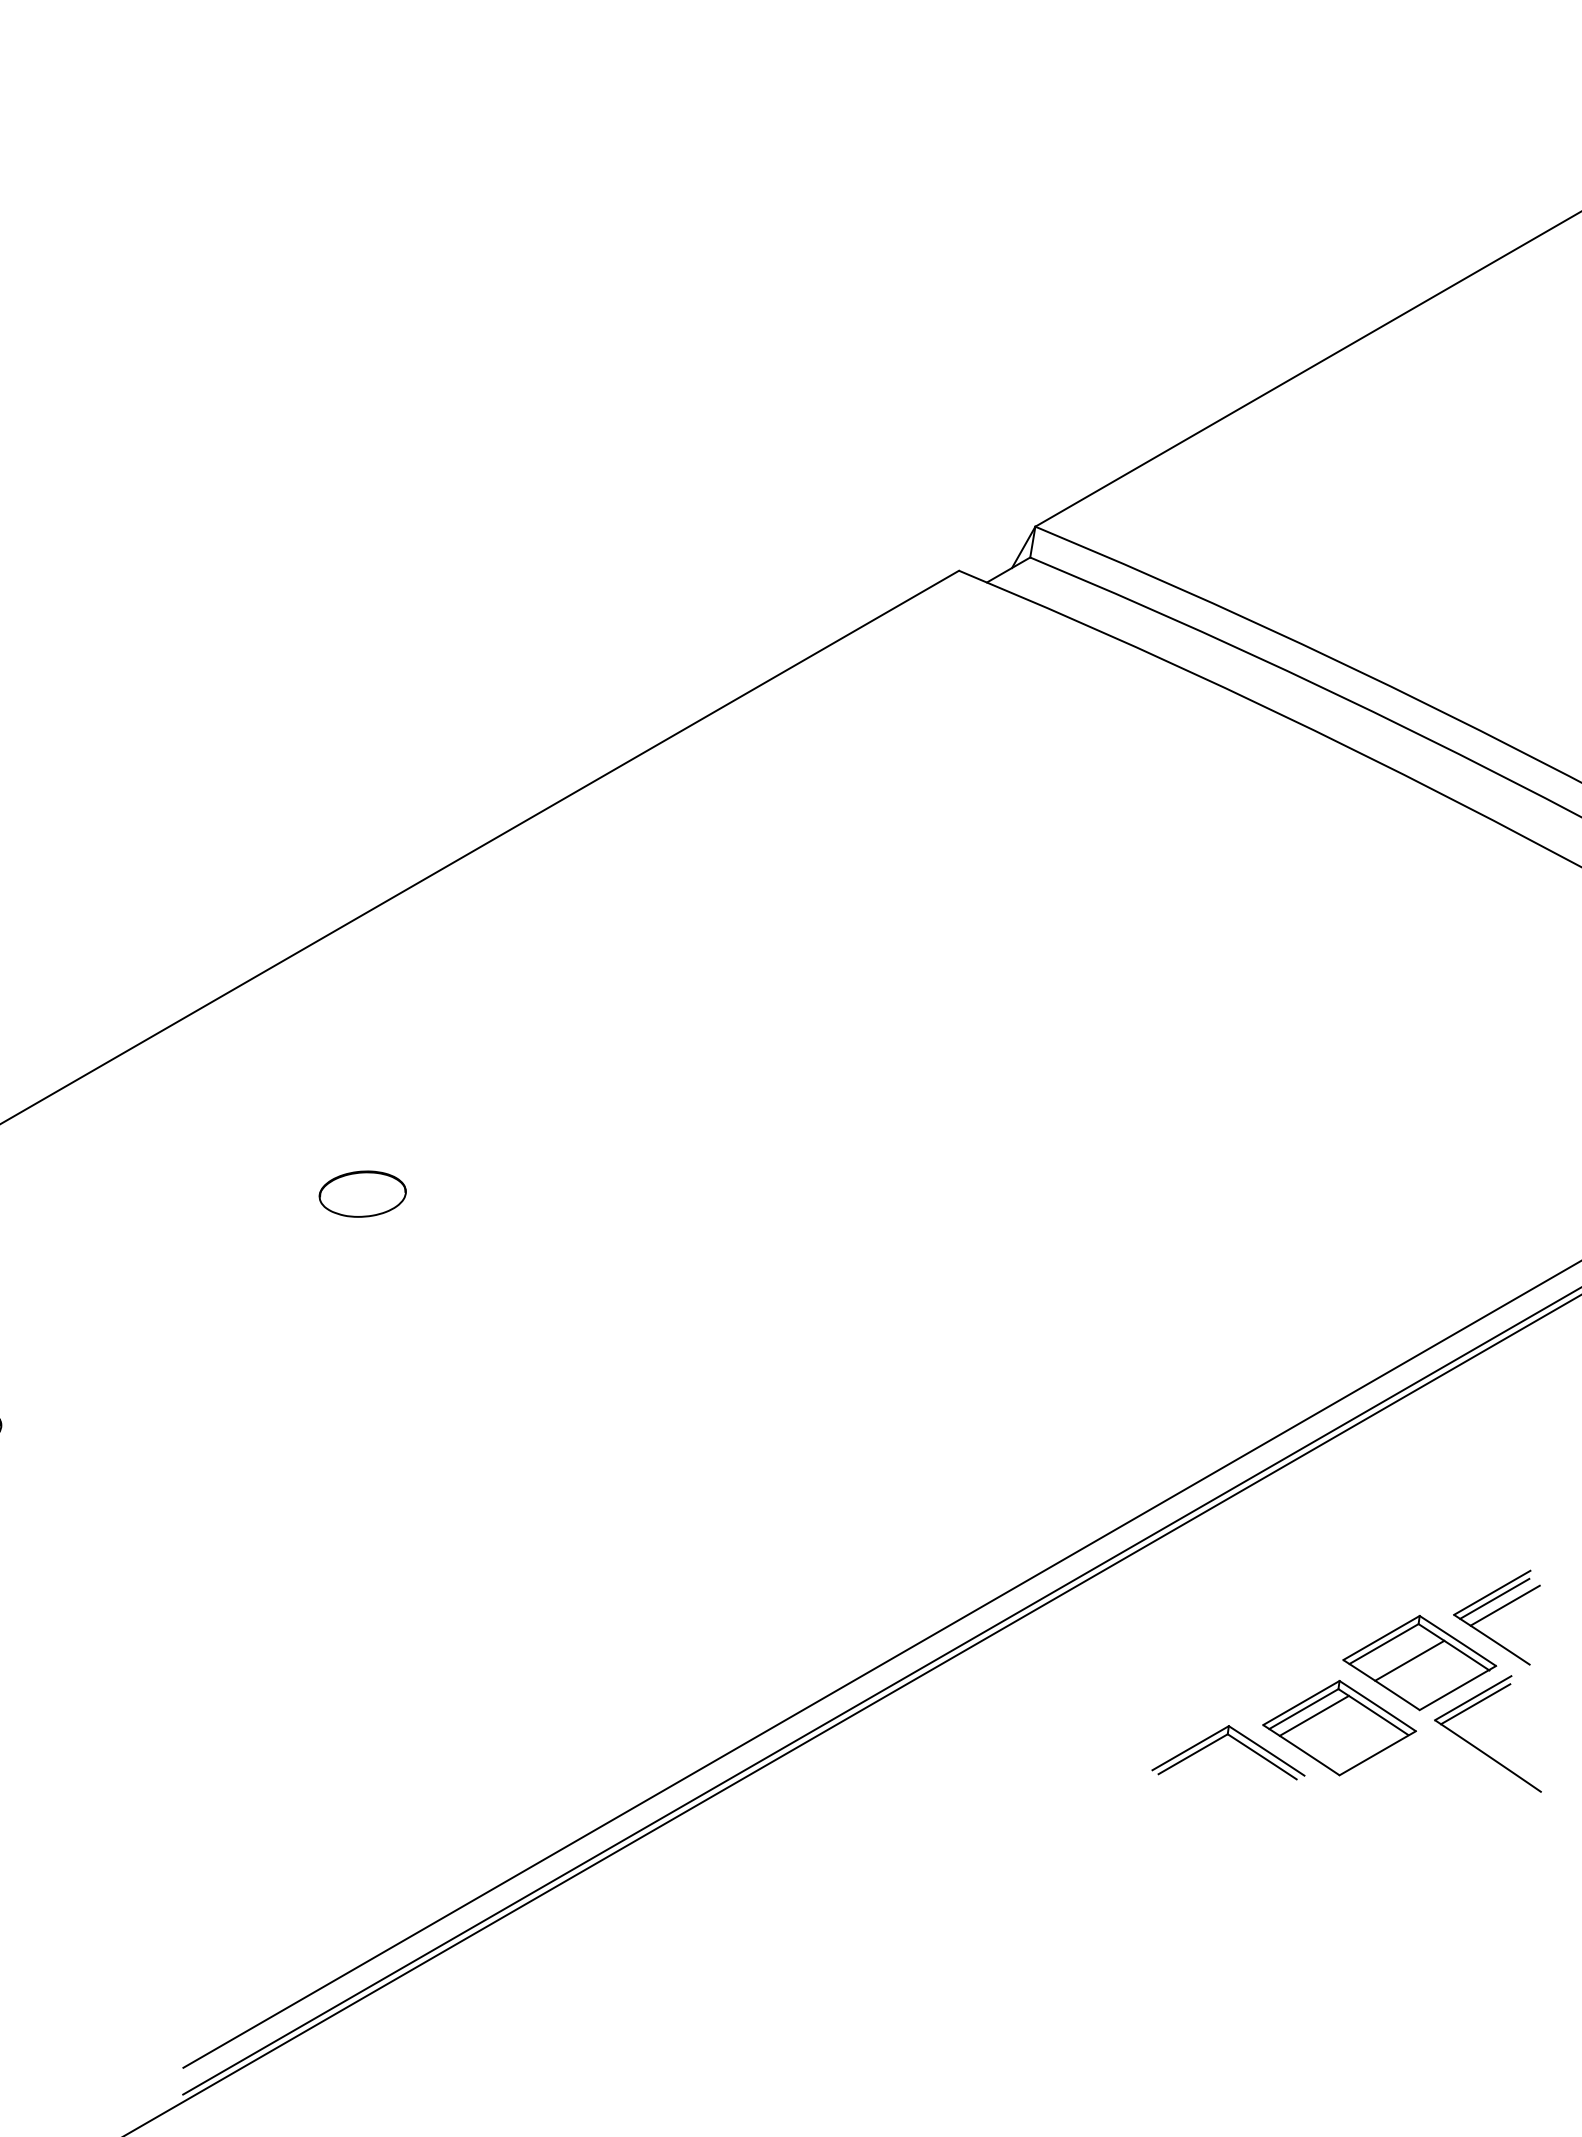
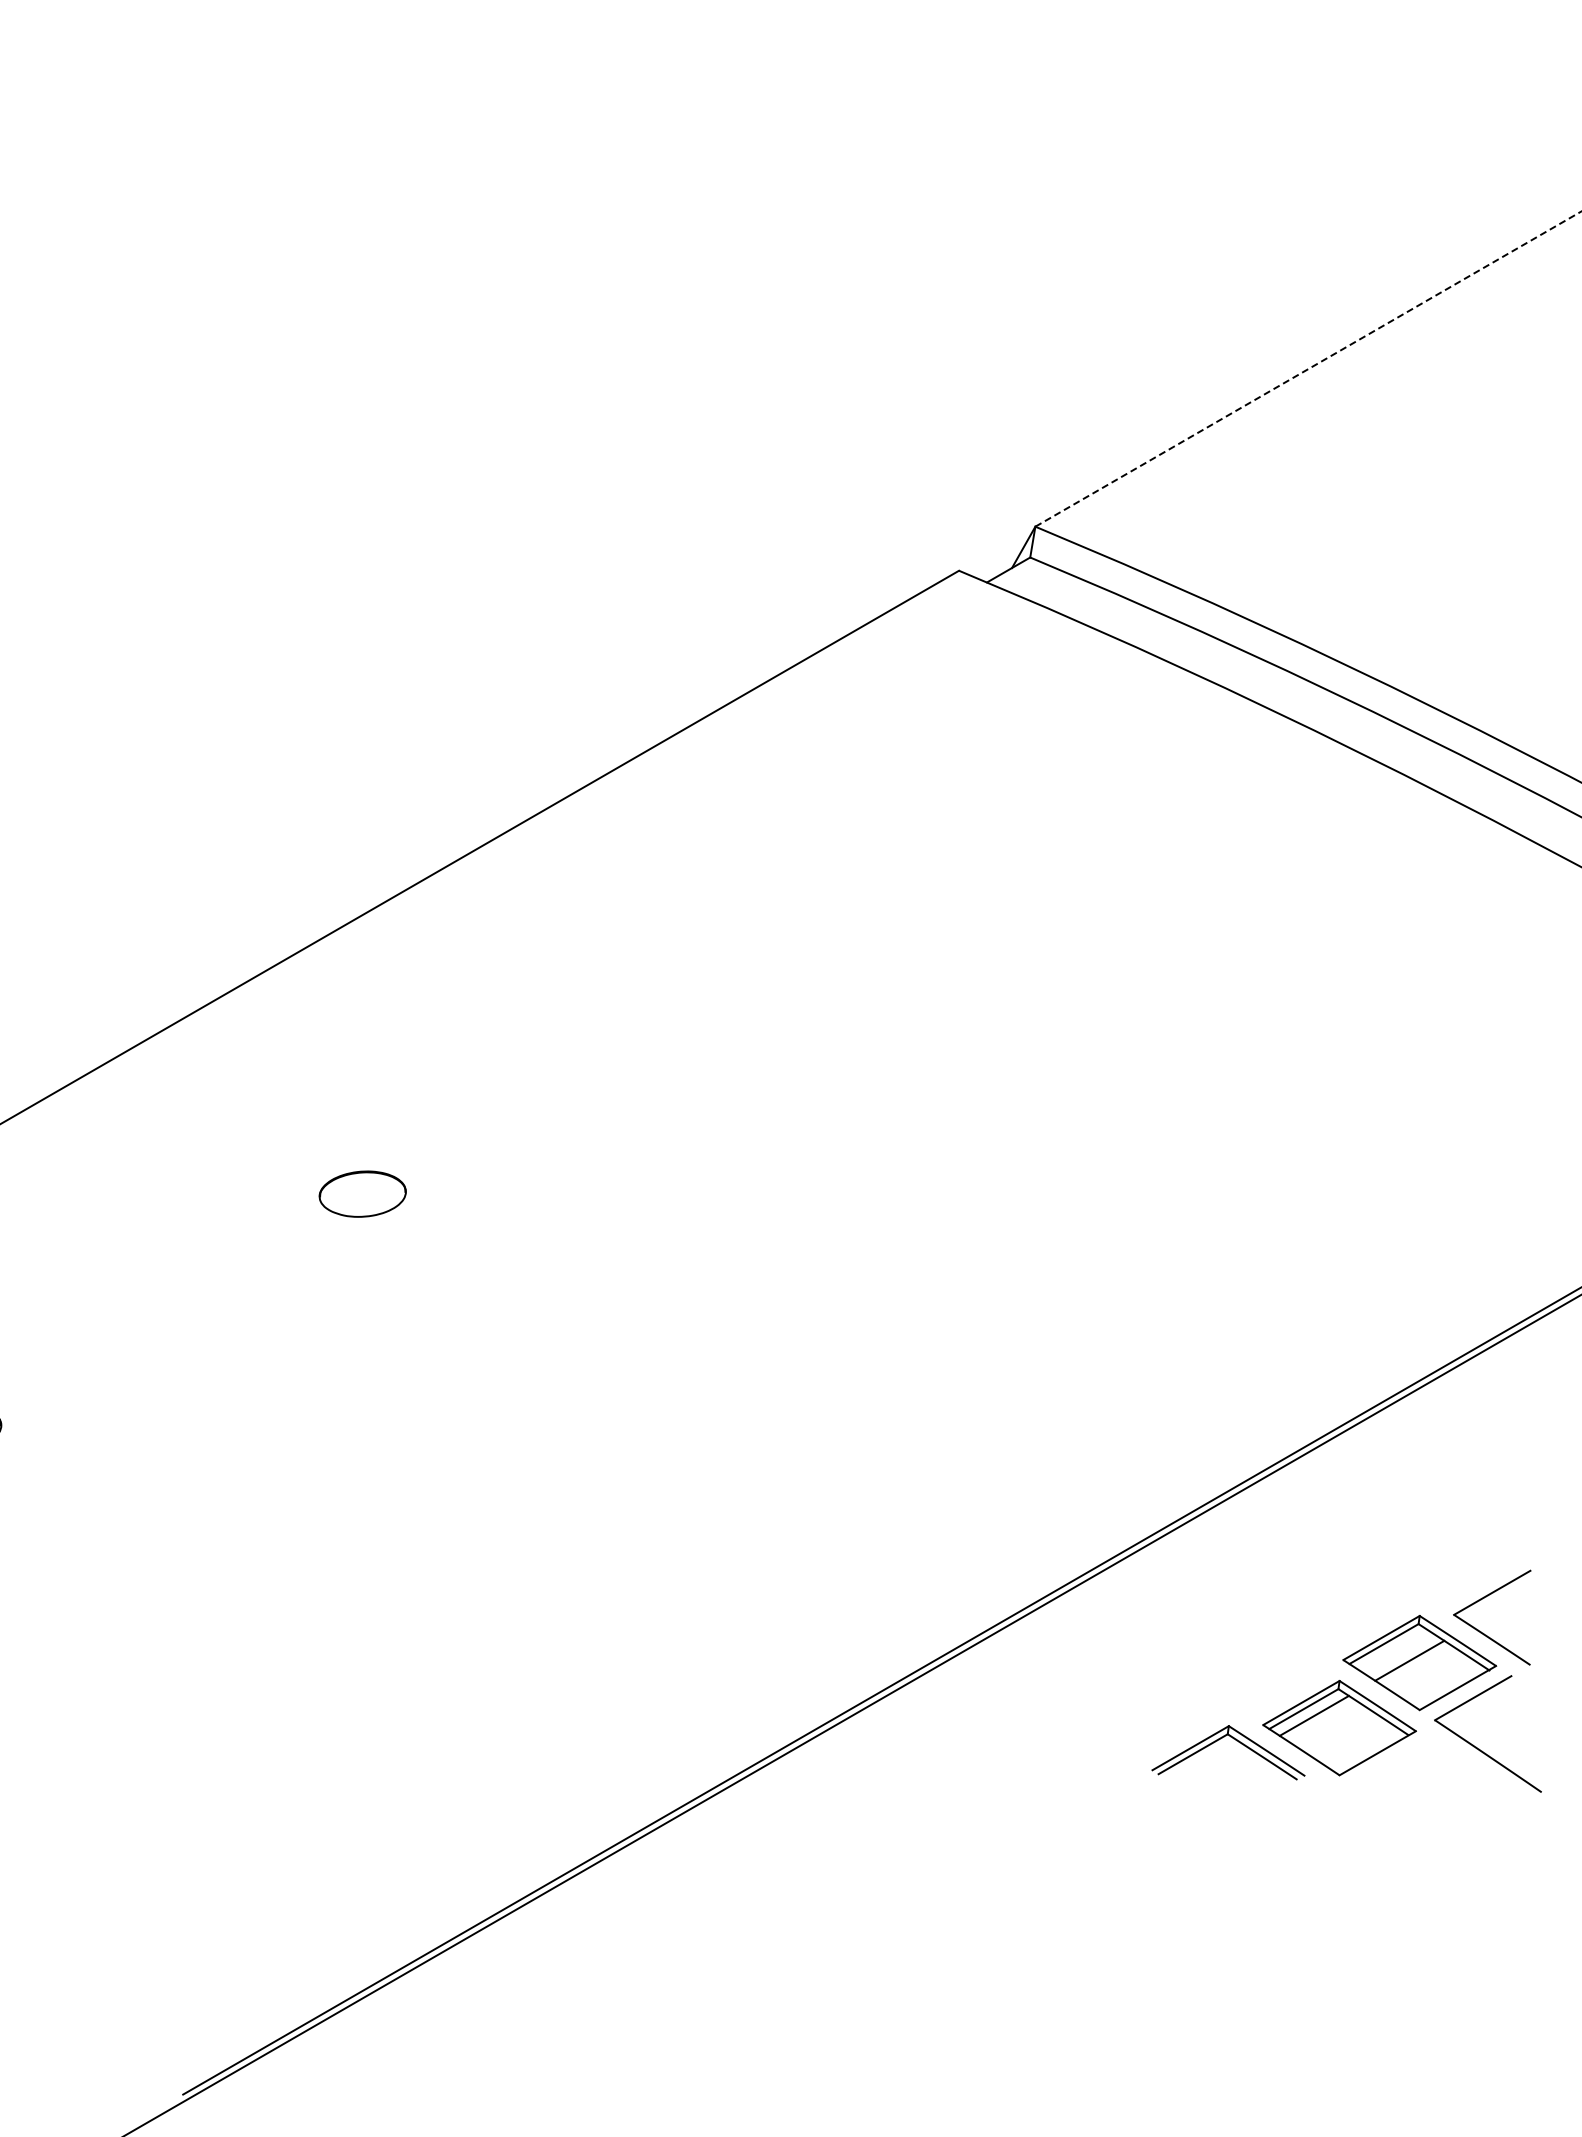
line at (1308, 368): solid -> dashed
line at (1494, 1598): present -> none
line at (1504, 1605): present -> none
line at (880, 1664): present -> none
line at (1475, 1704): present -> none
